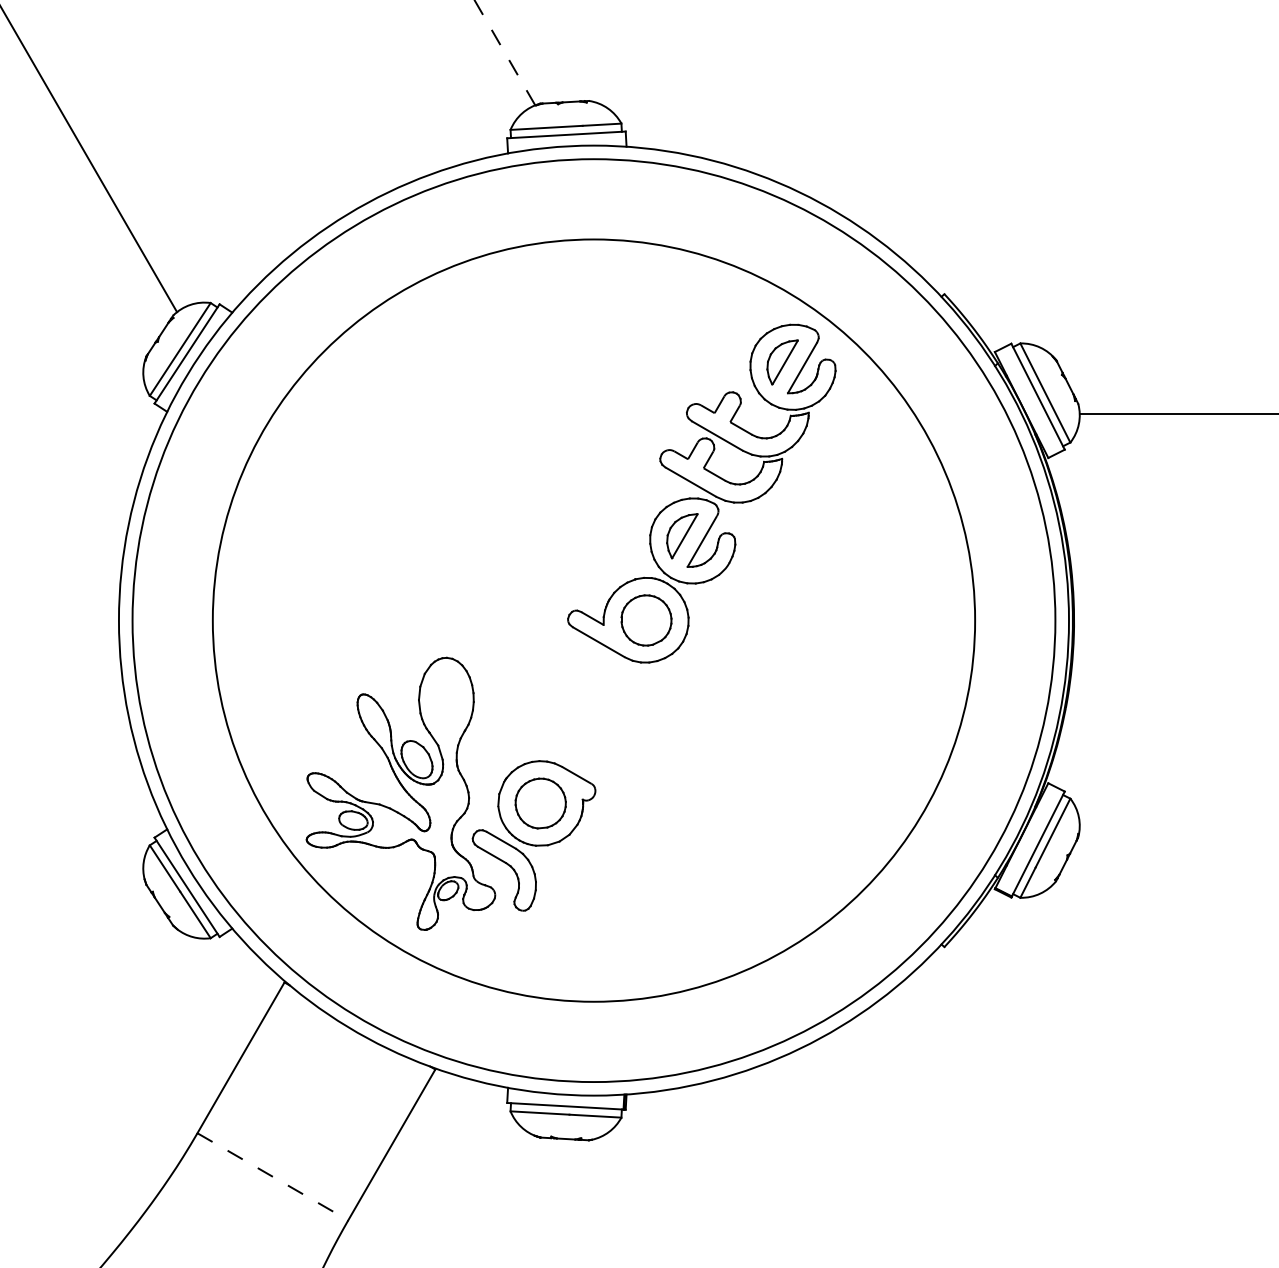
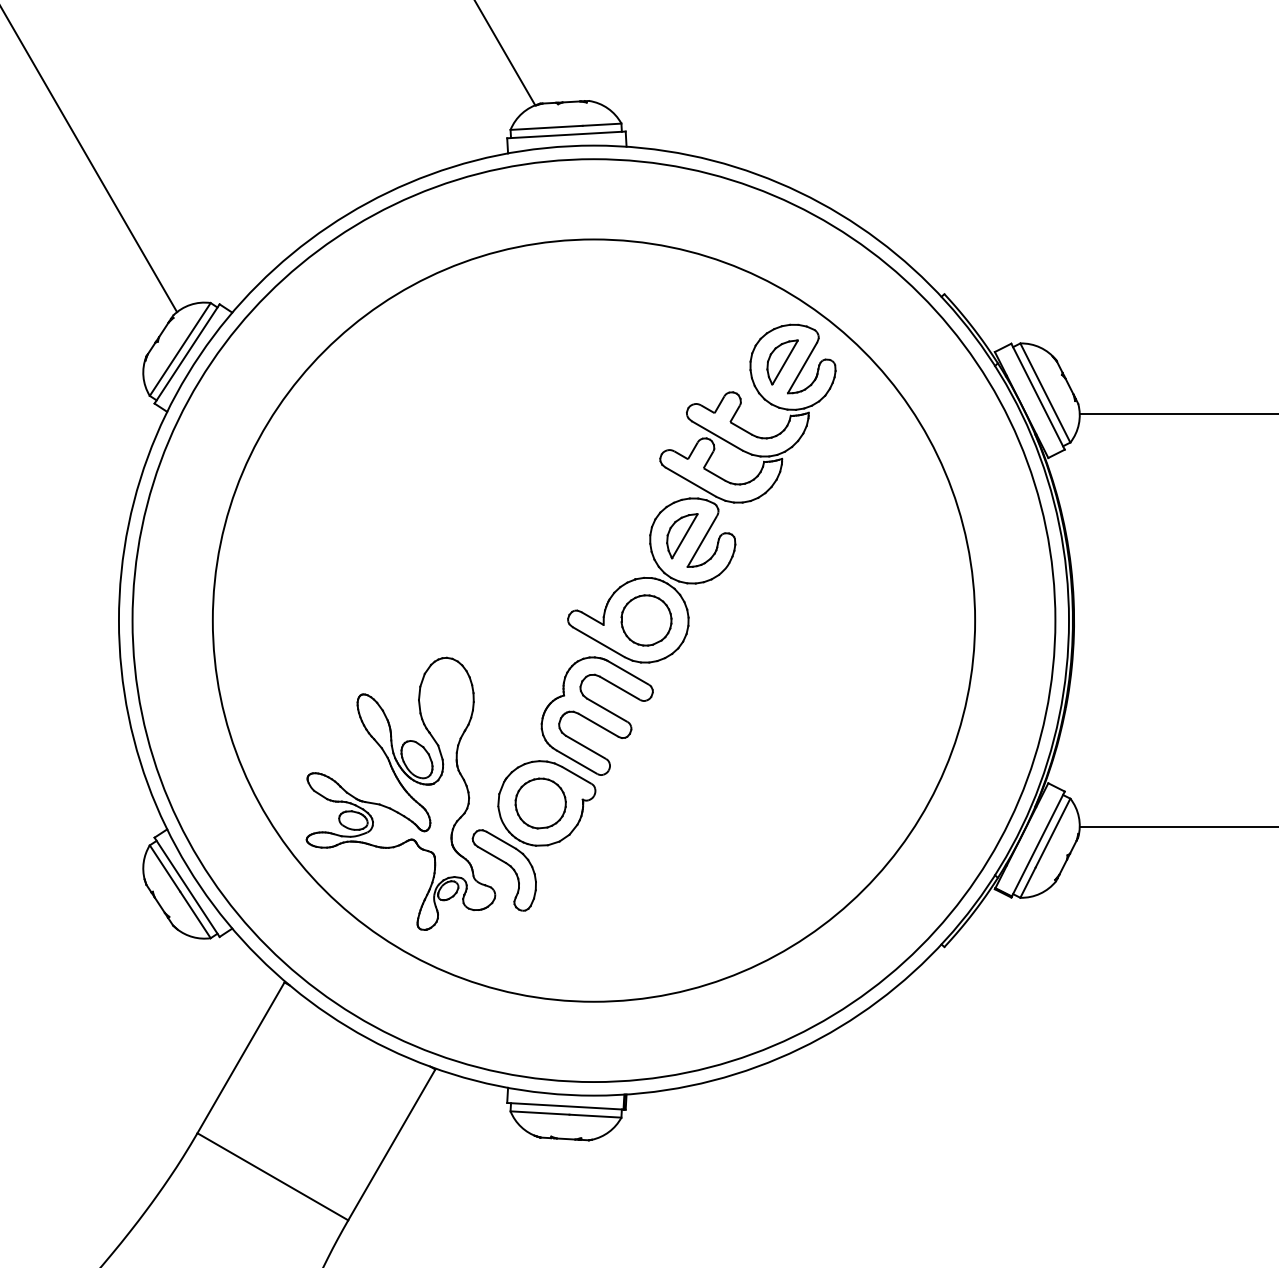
line at (504, 52): dashed -> solid
part at (596, 715): none -> present
line at (1177, 827): none -> present
line at (273, 1177): dashed -> solid
